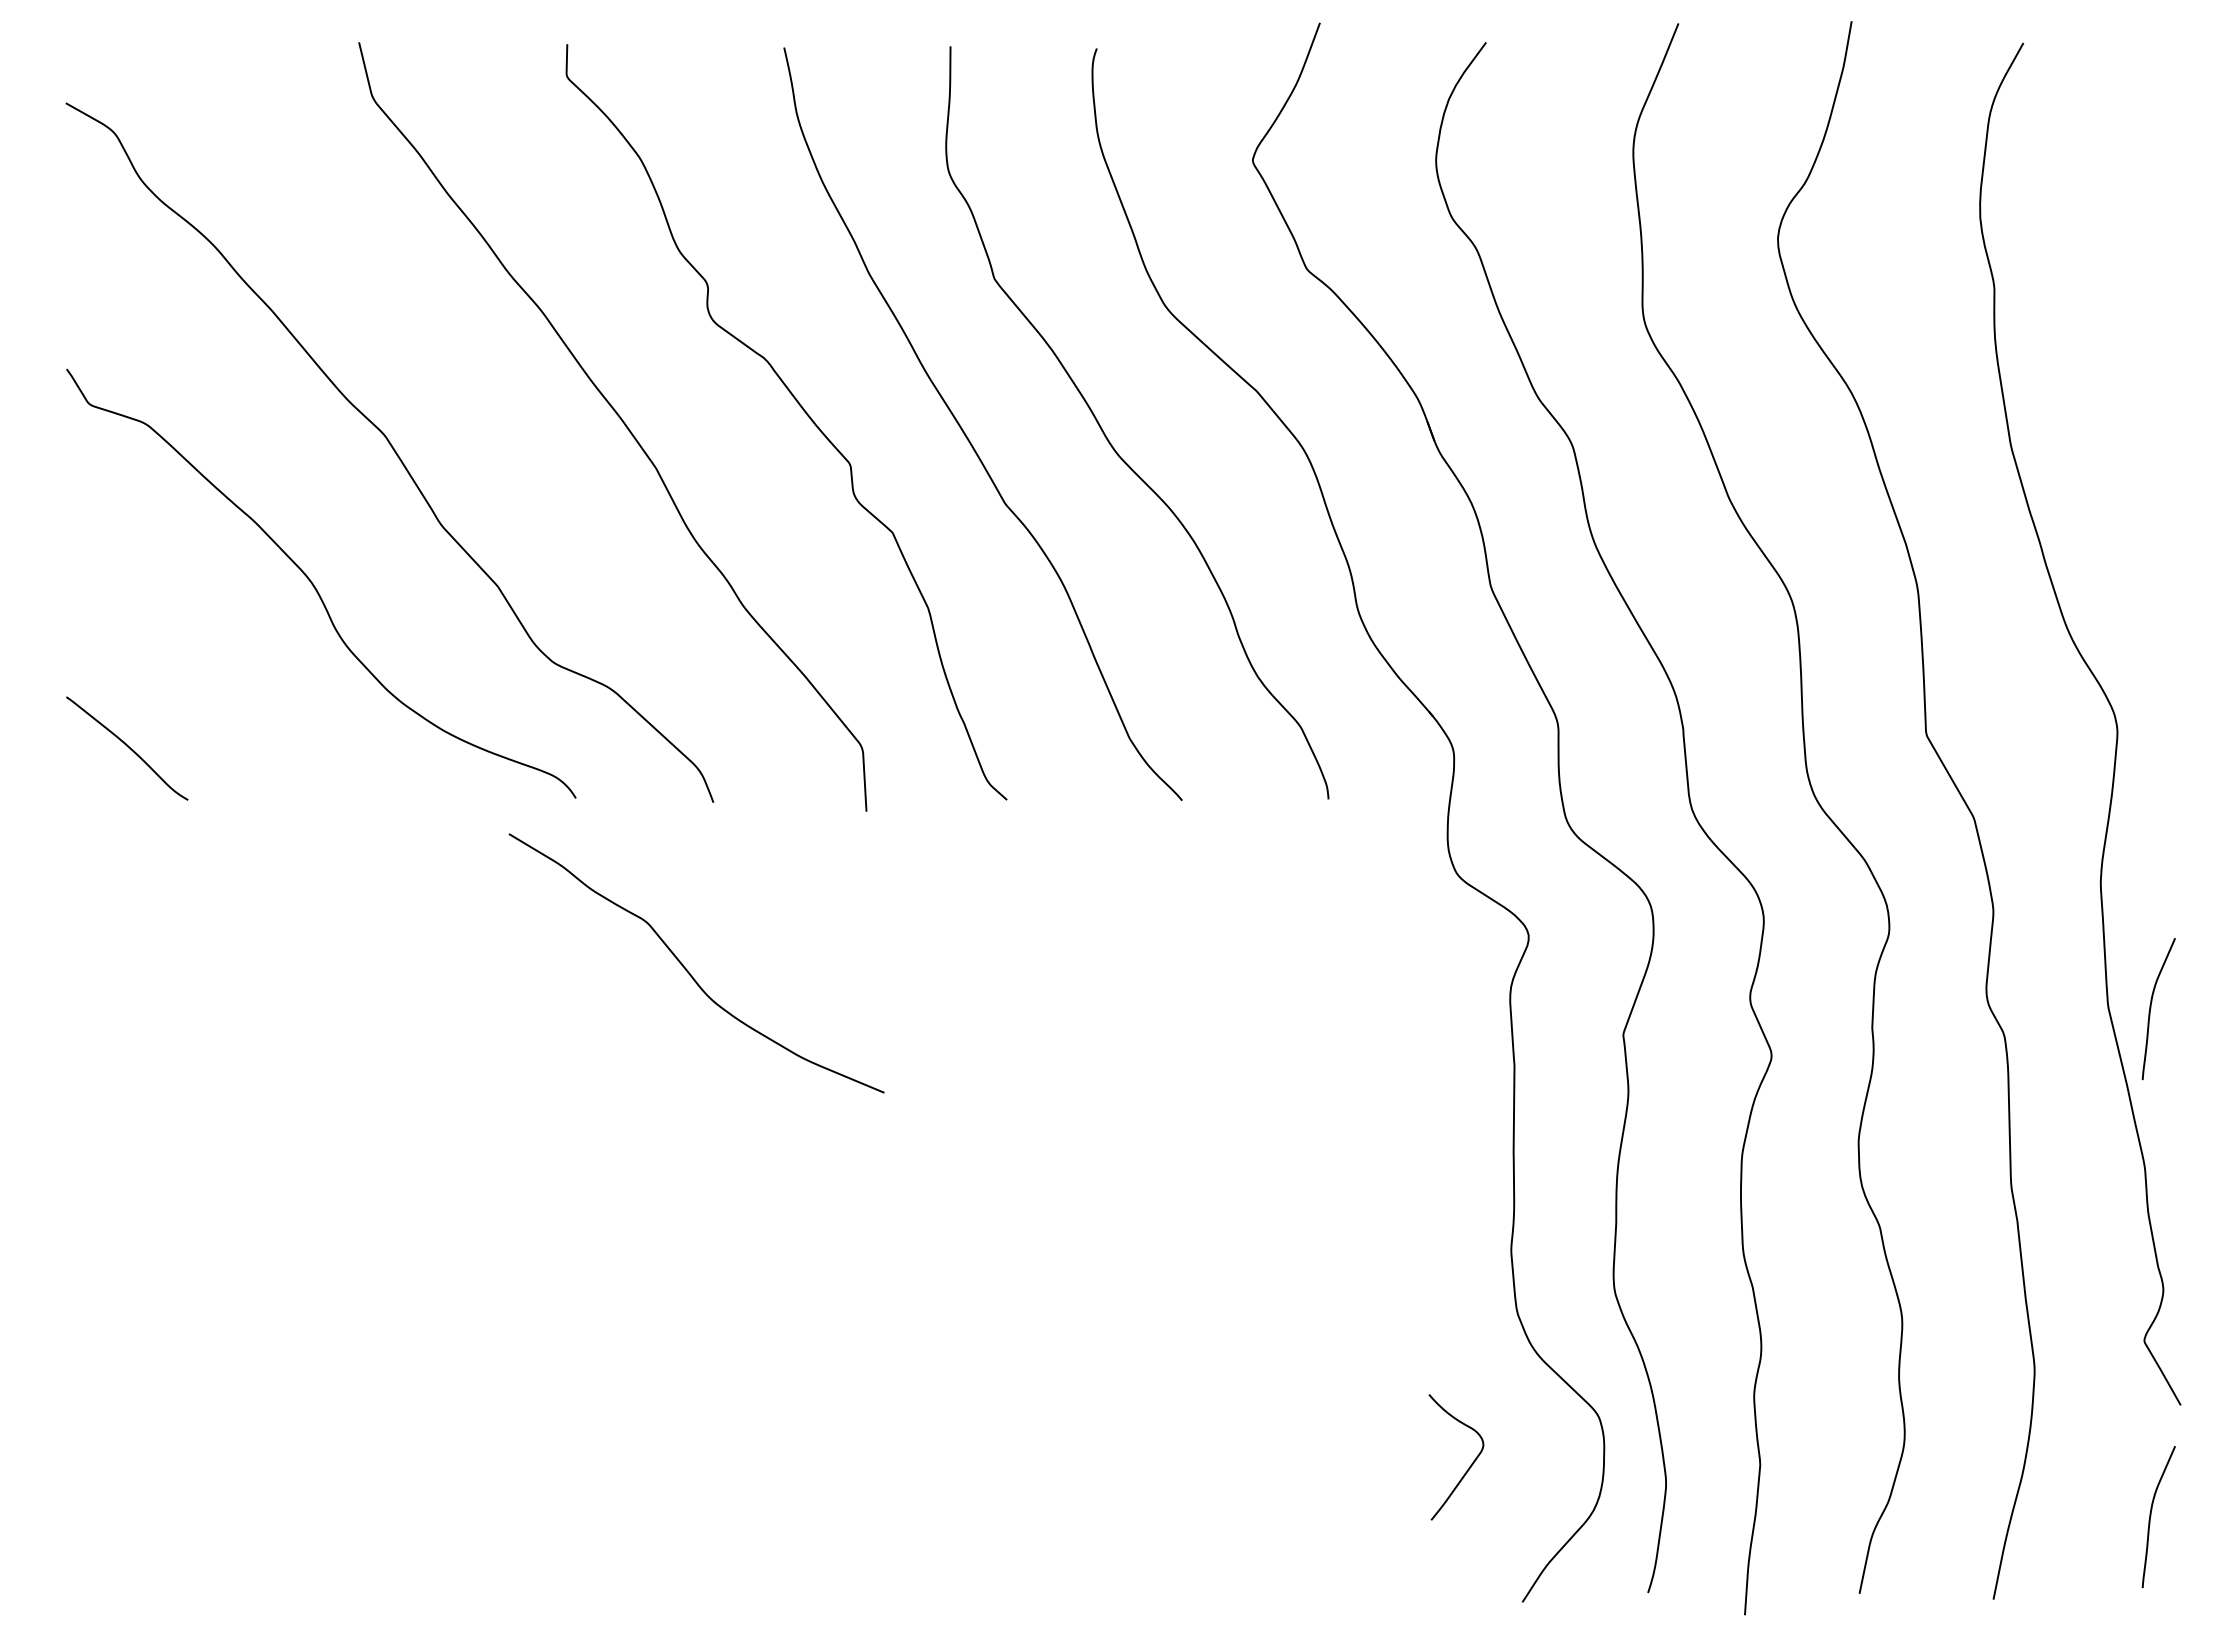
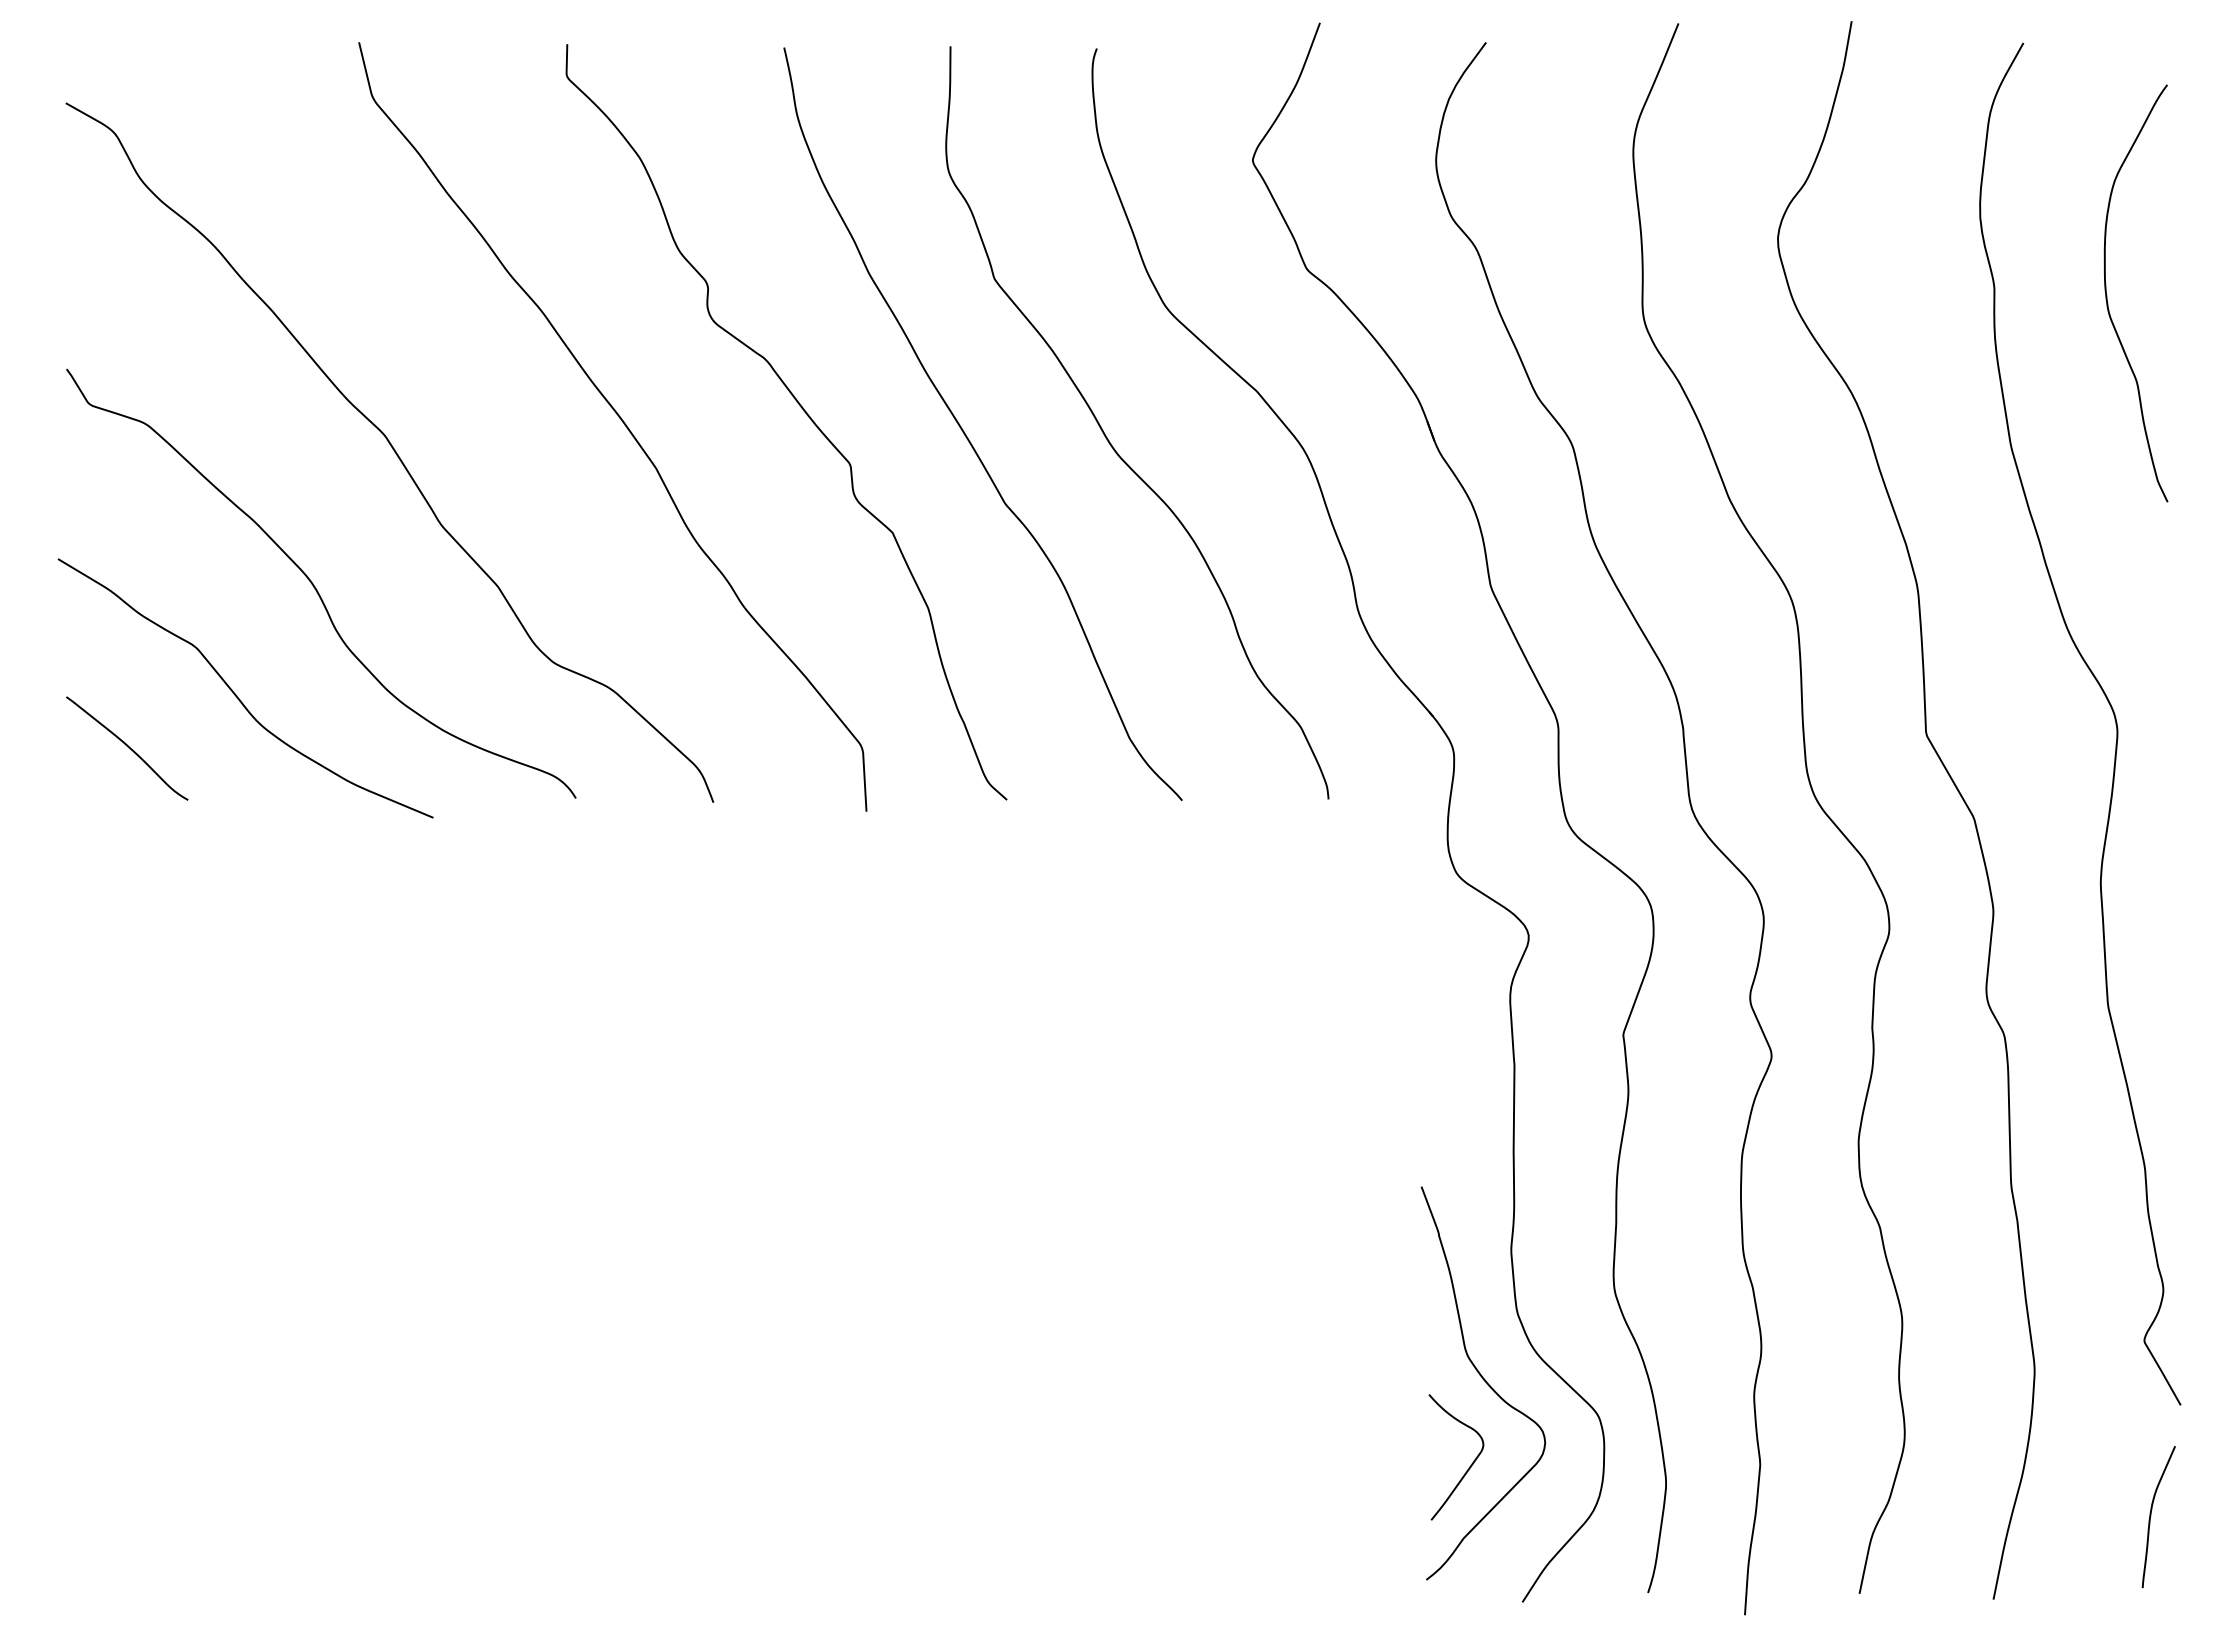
curve at (2107, 295): none -> present
curve at (688, 970) position: (688, 970) -> (237, 695)
curve at (2151, 1008): present -> none
curve at (1484, 1381): none -> present
